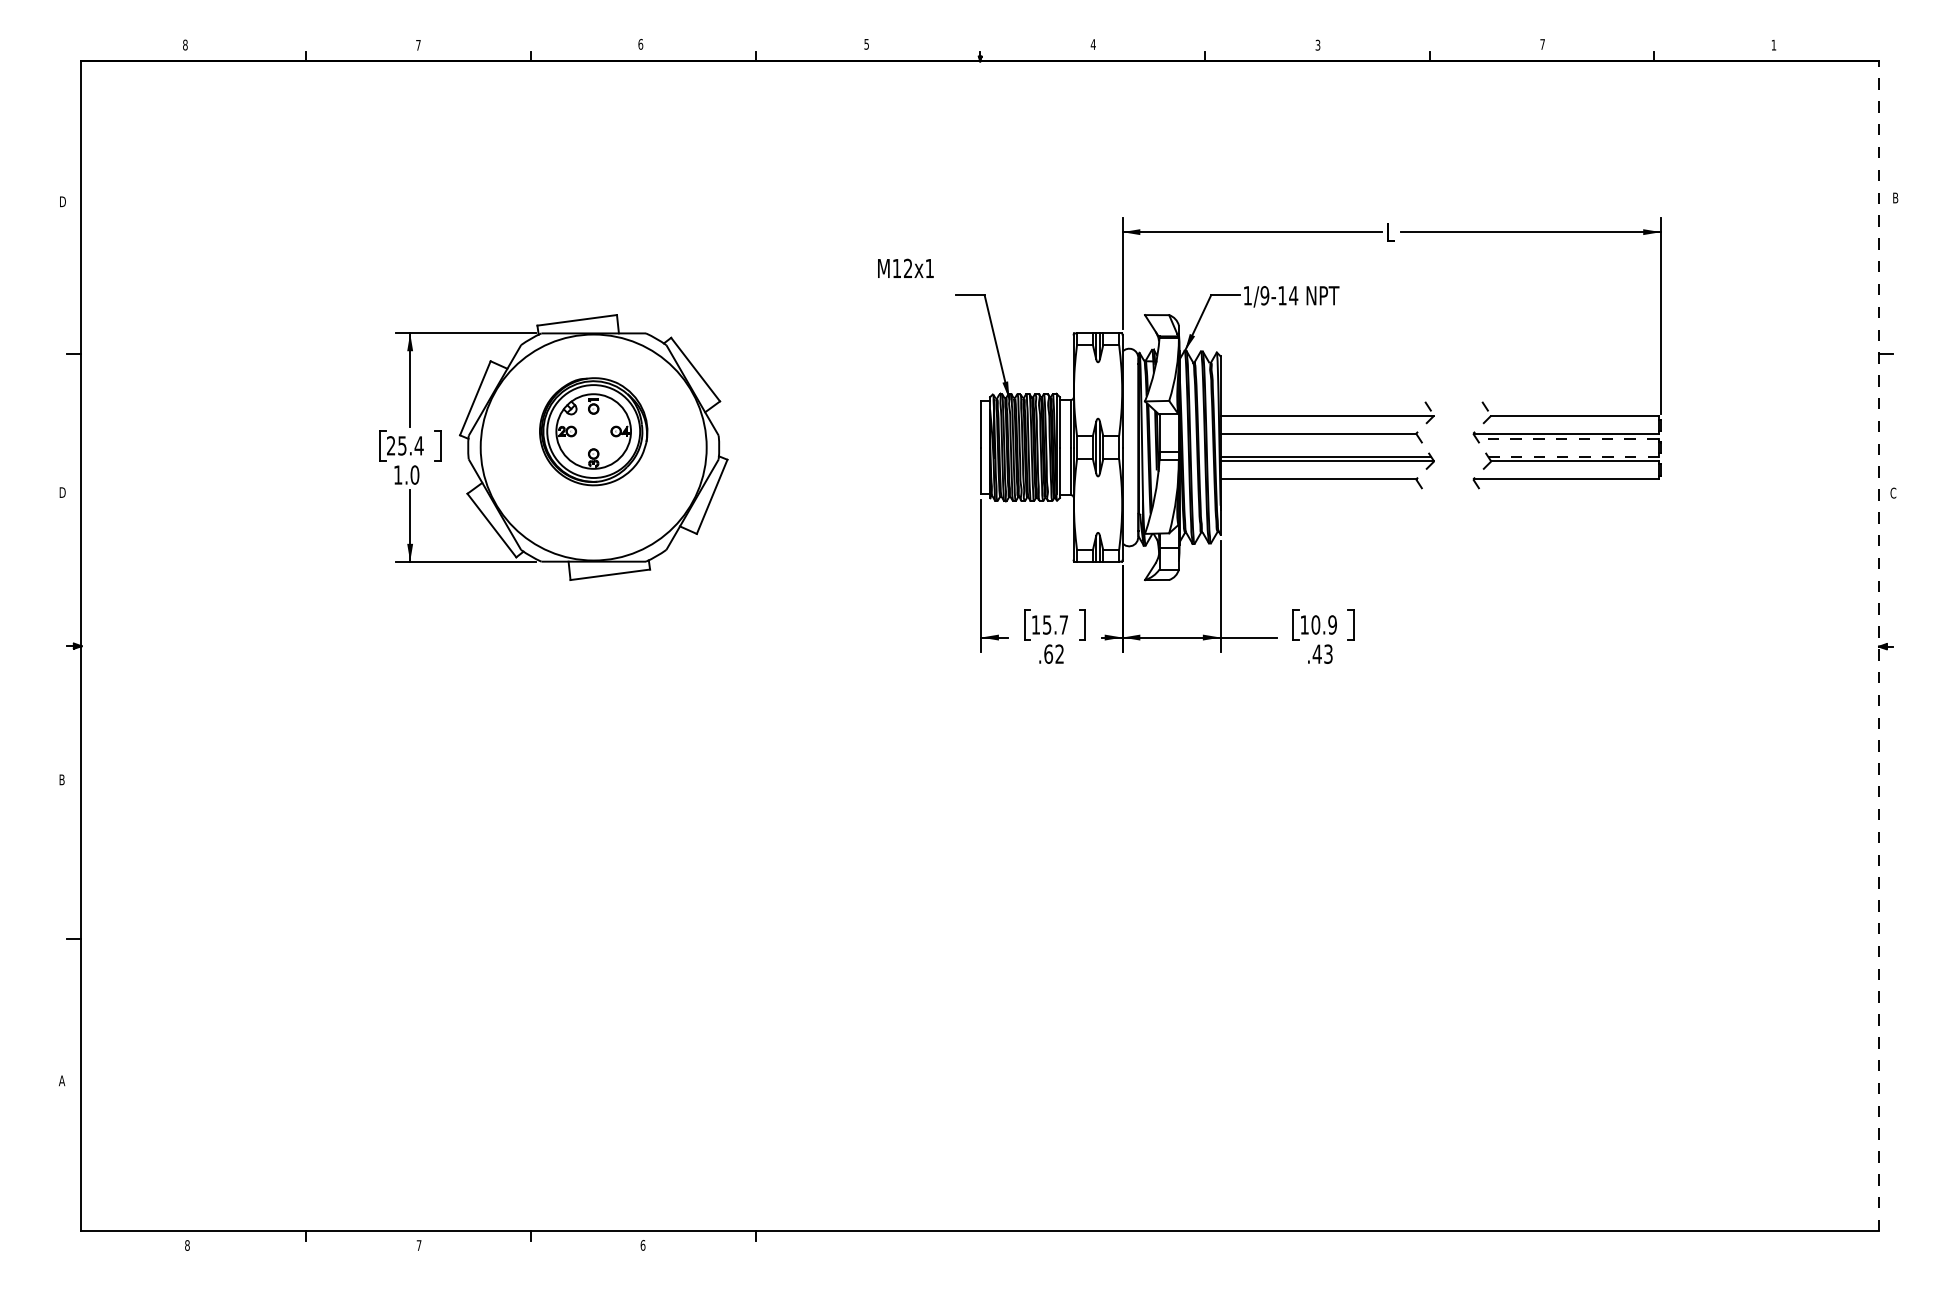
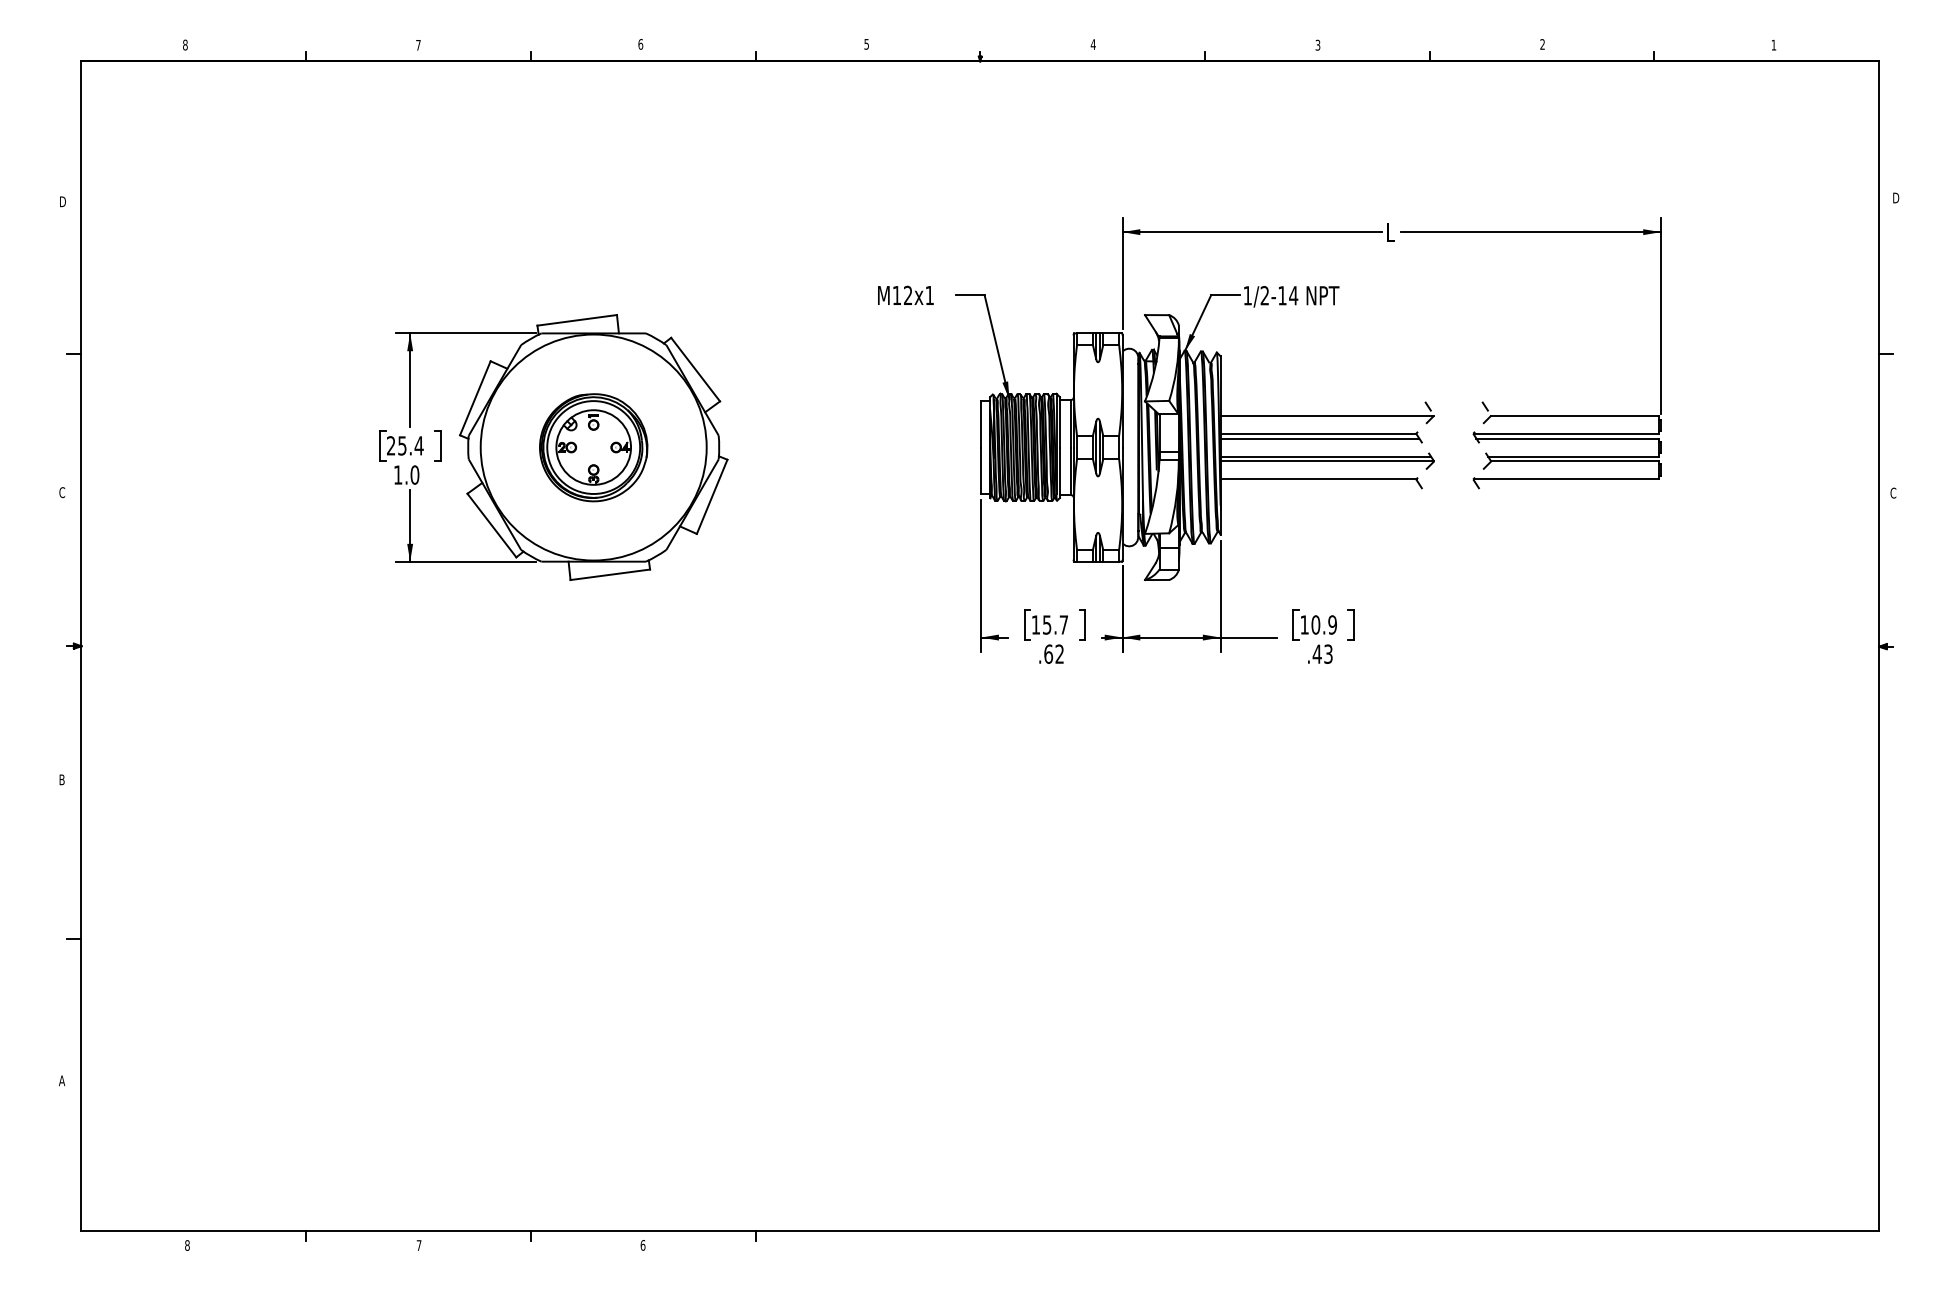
text at (1542, 44): 7 -> 2
text at (1896, 197): B -> D
text at (905, 267) position: (905, 267) -> (905, 294)
text at (1264, 295): 1/9-14 -> 1/2-14
part at (593, 431) position: (593, 431) -> (593, 447)
line at (1319, 438): none -> present
line at (1567, 438): dashed -> solid
line at (1573, 456): dashed -> solid
text at (62, 492): D -> C
line at (1879, 646): dashed -> solid
